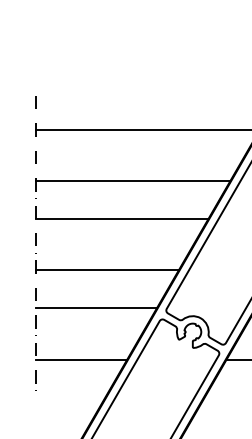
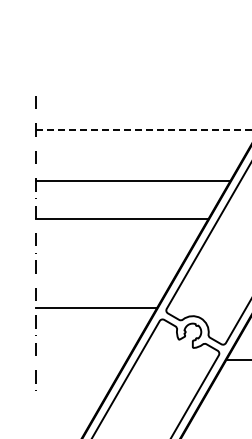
line at (143, 129): solid -> dashed
line at (106, 270): present -> none
line at (81, 359): present -> none
